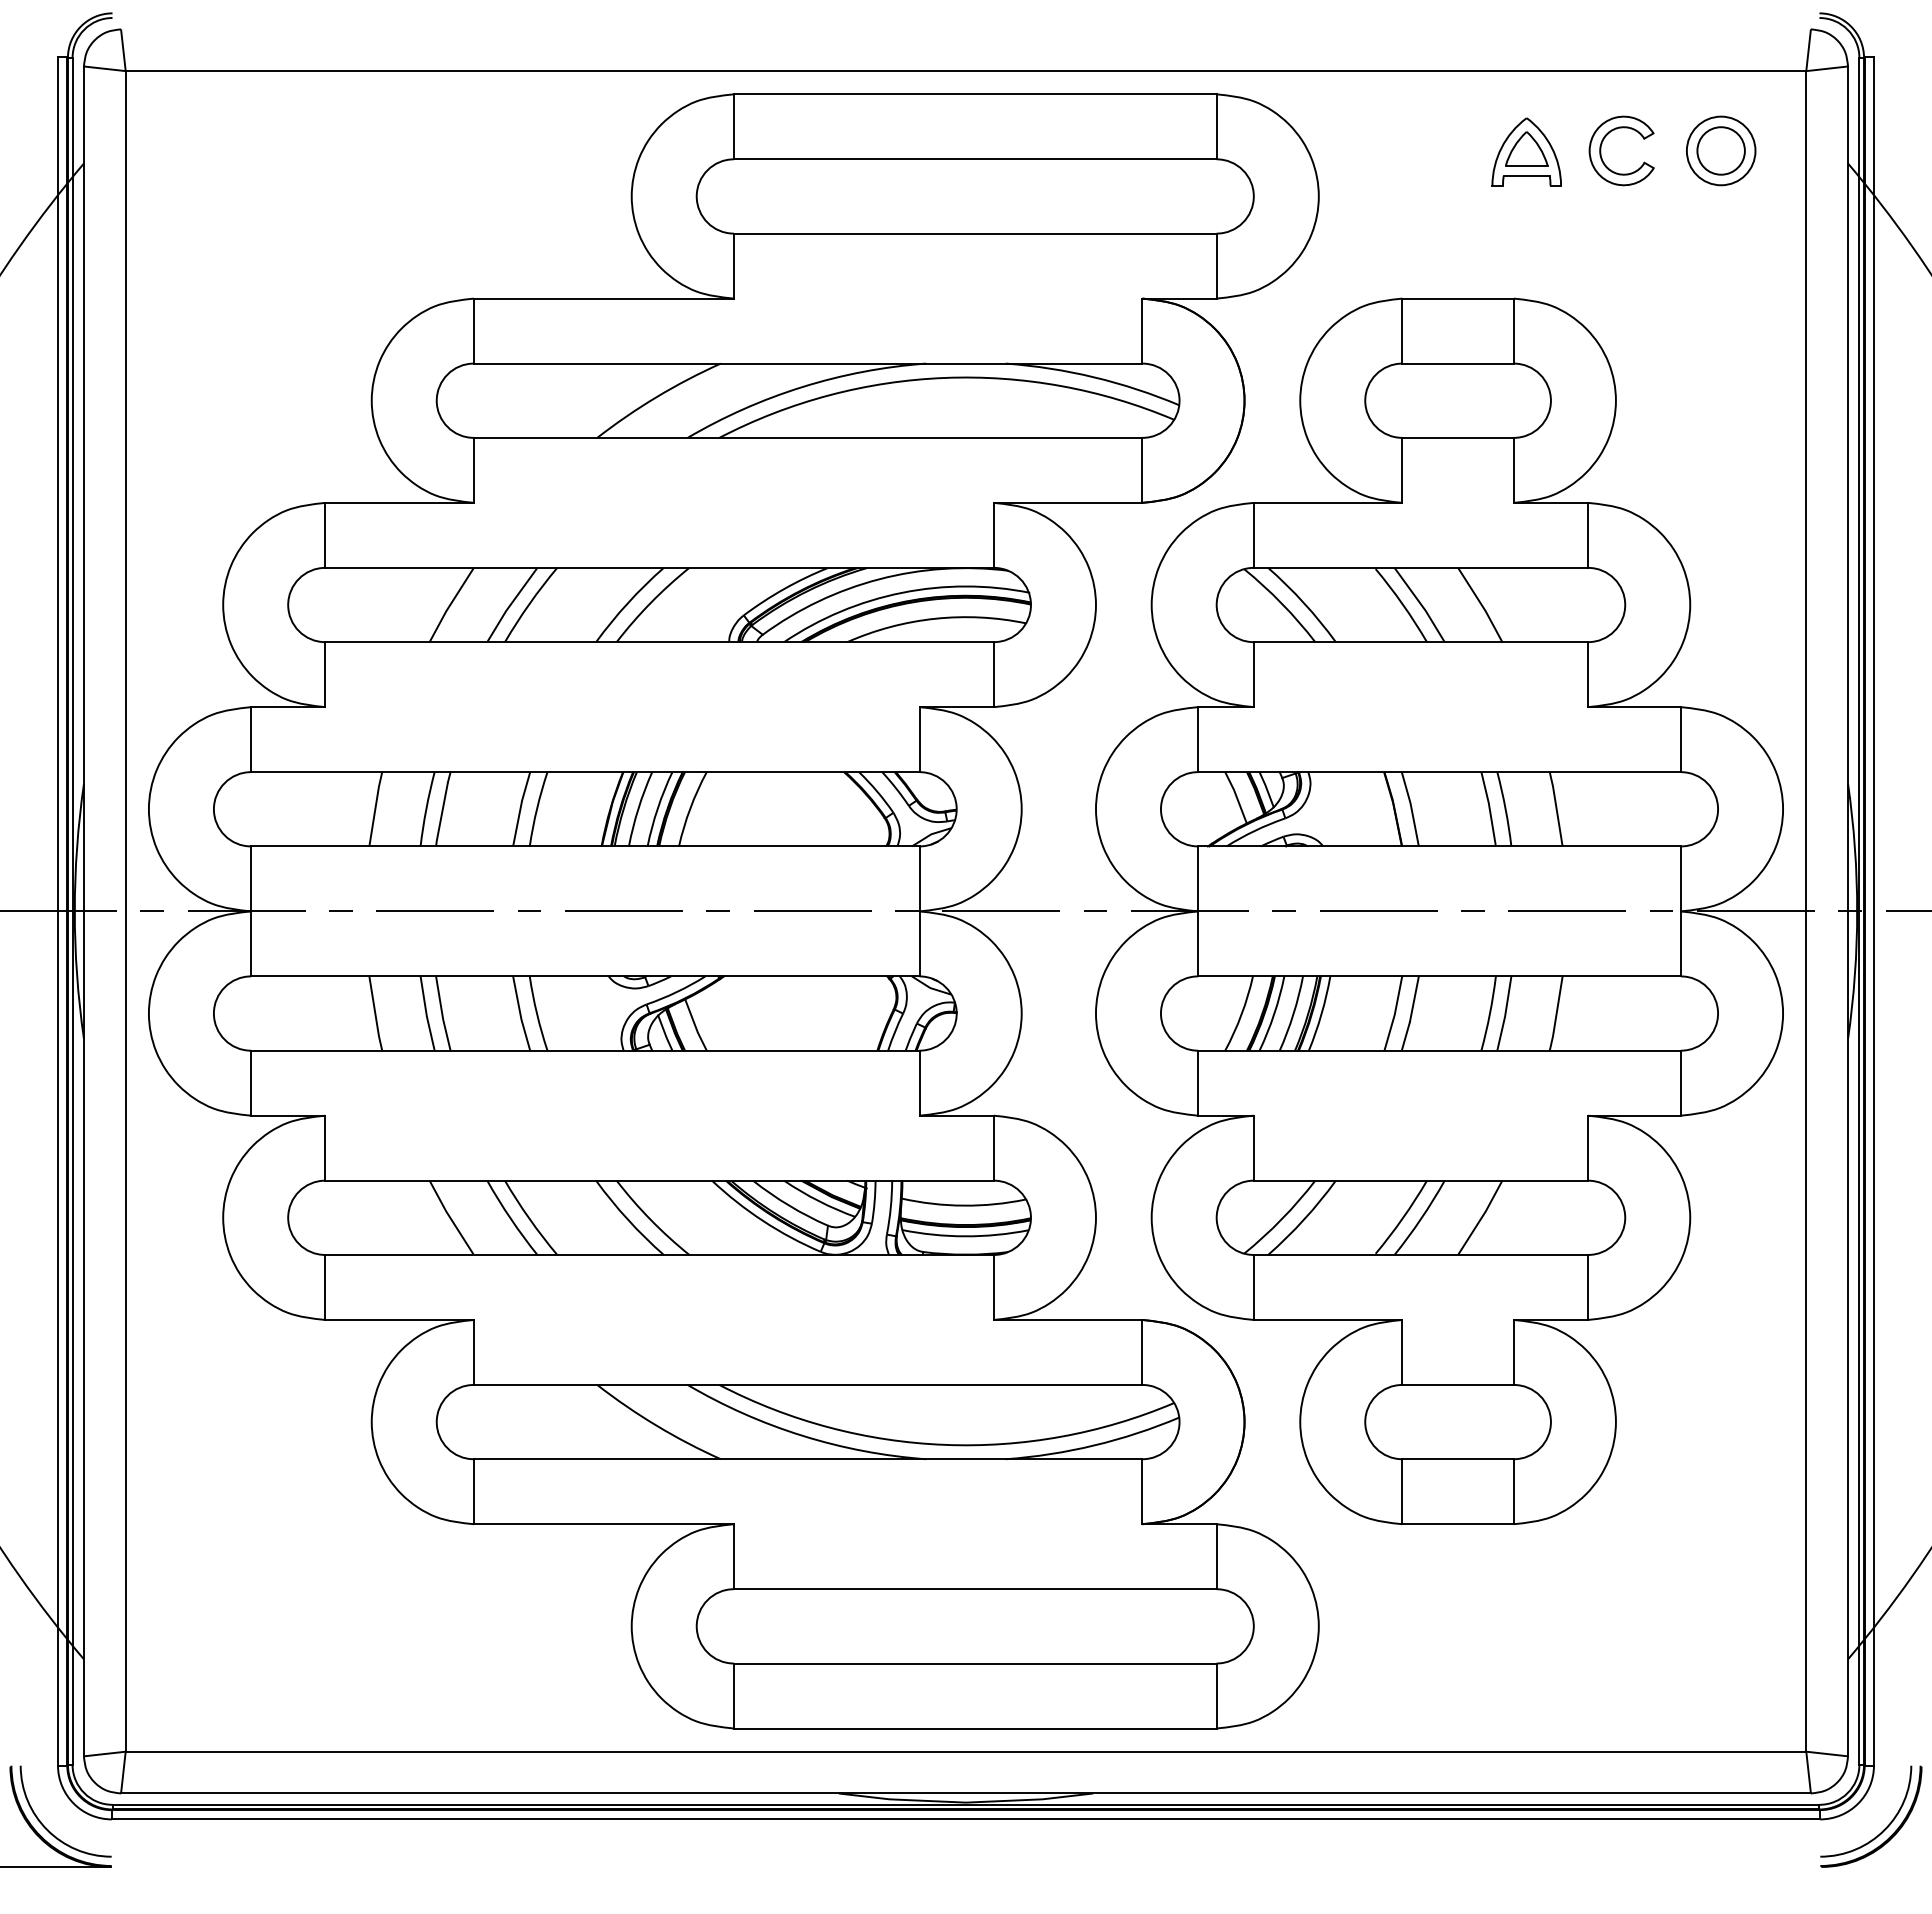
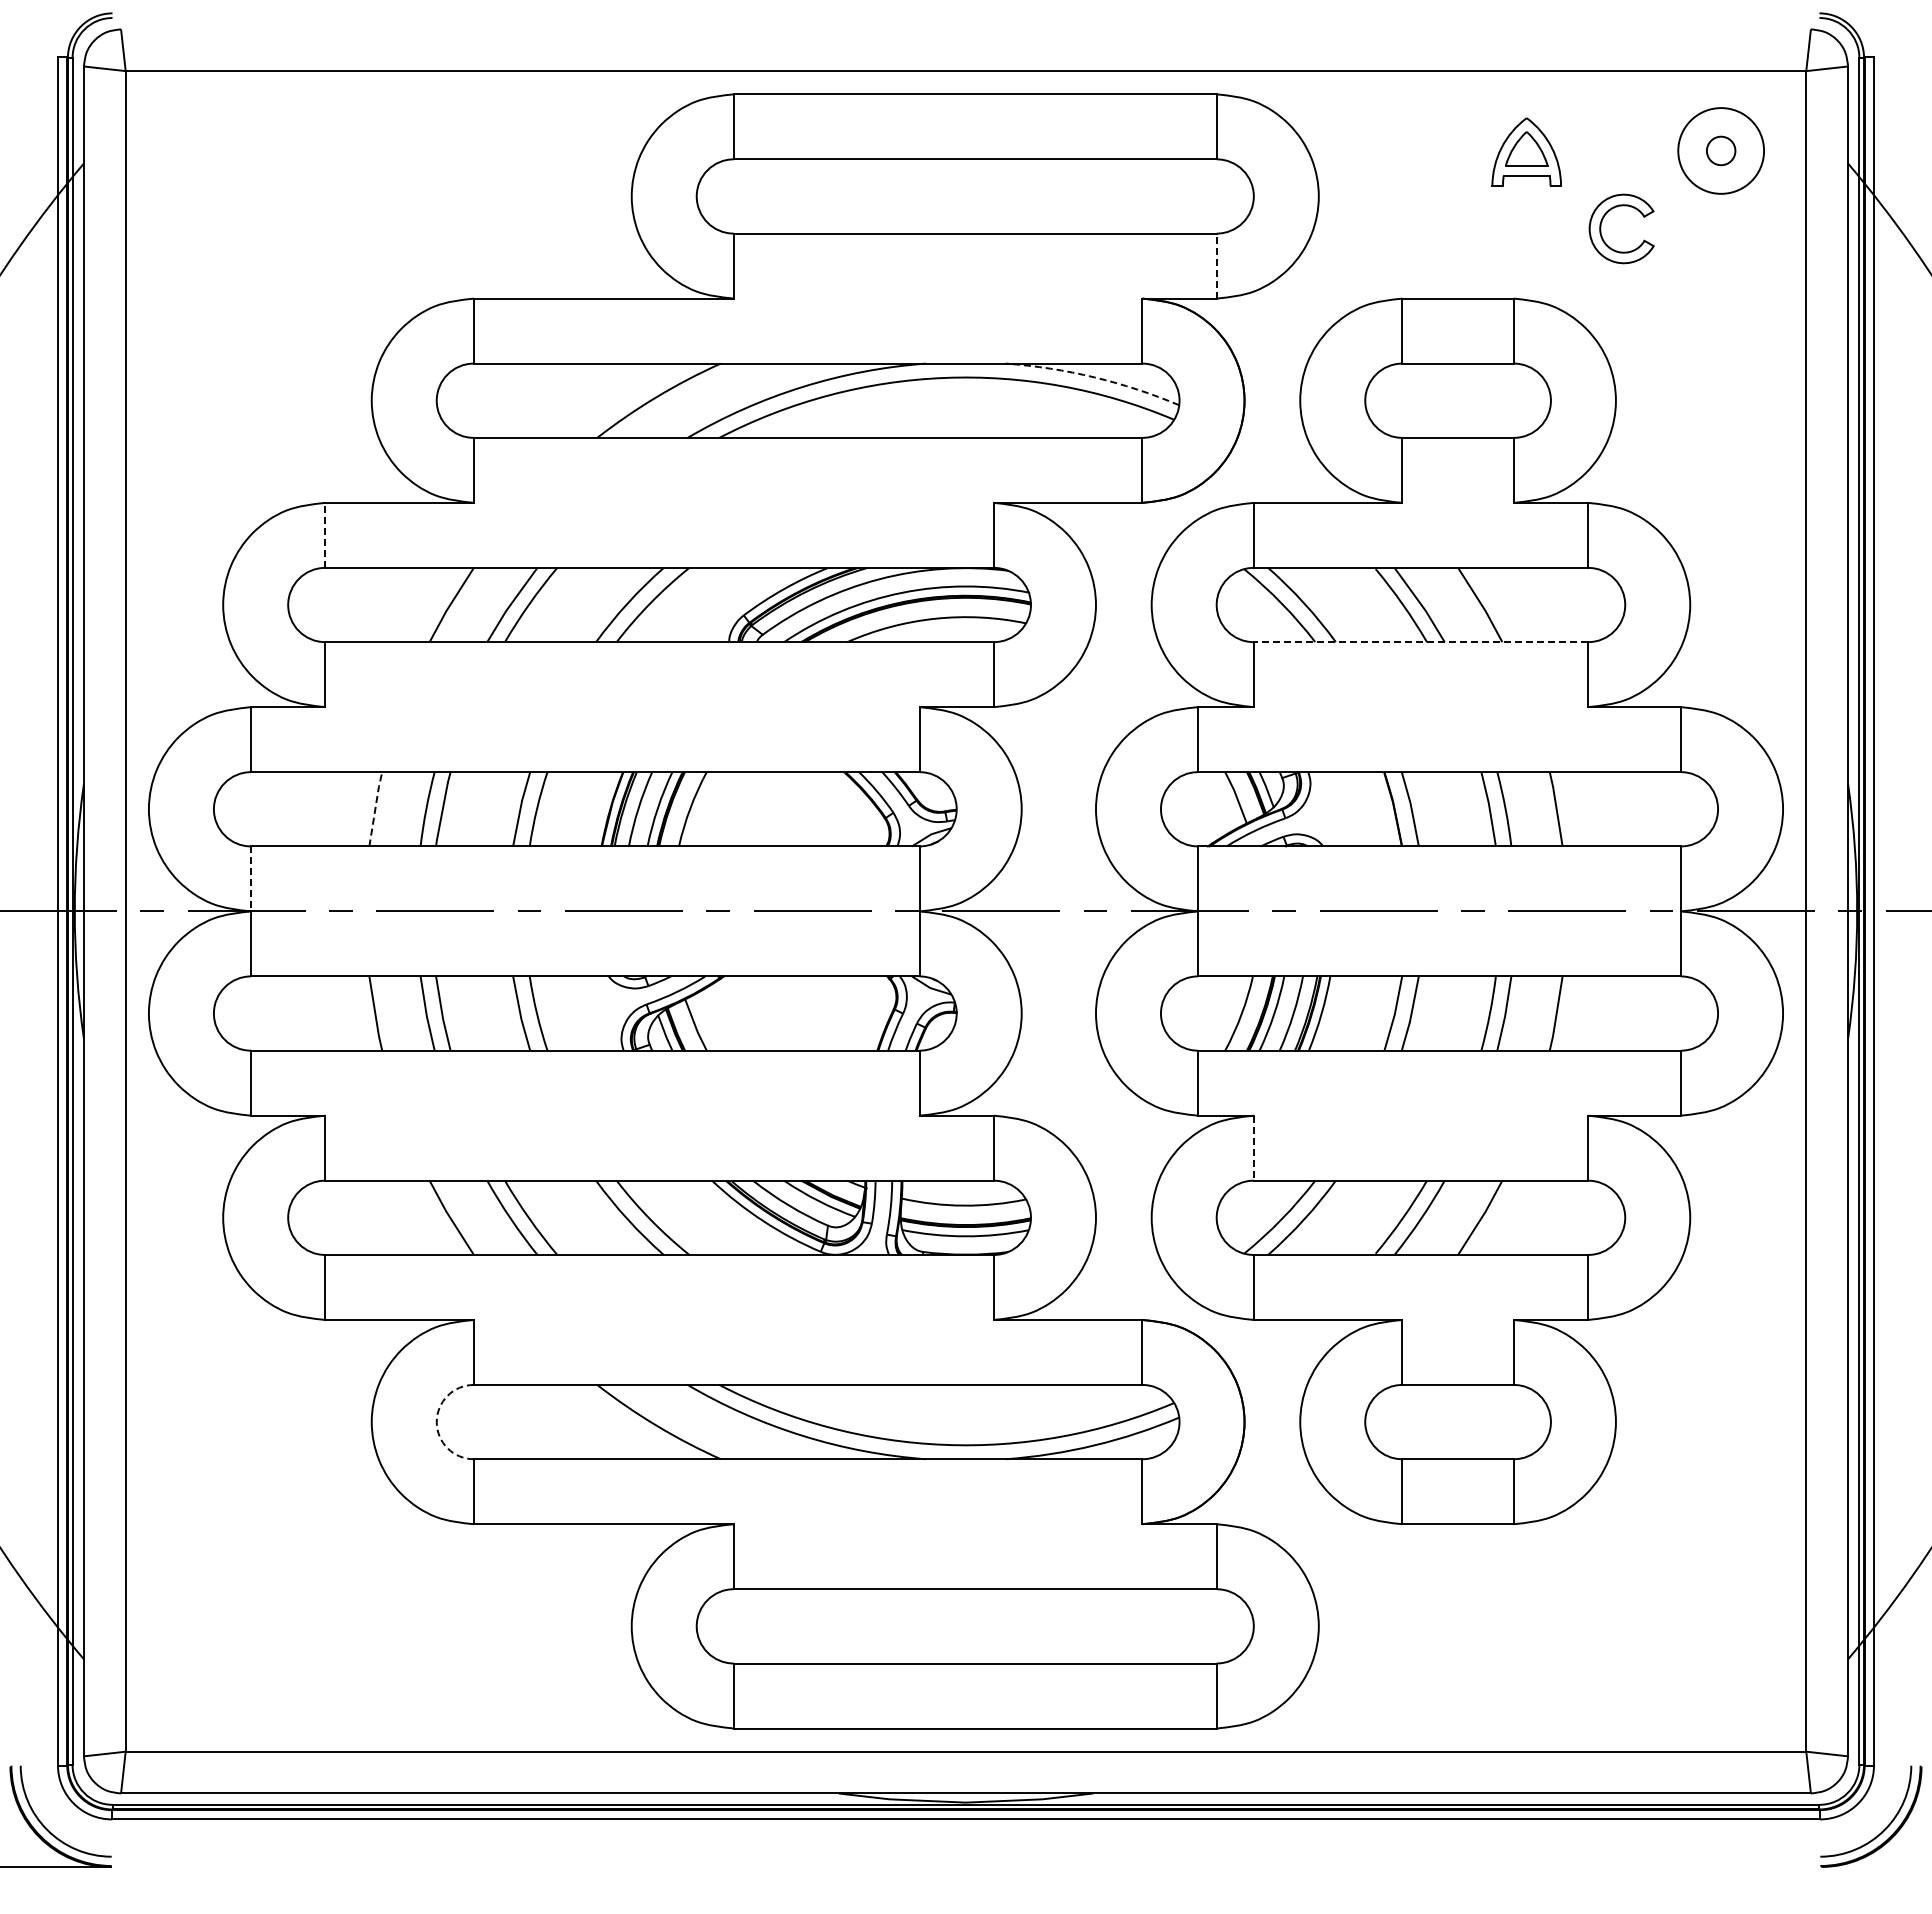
part at (1602, 144) position: (1602, 144) -> (1602, 222)
circle at (1720, 150) diameter: 48 px -> 29 px
circle at (1720, 150) diameter: 69 px -> 86 px
line at (1216, 265): solid -> dashed
arc at (1094, 377): solid -> dashed
line at (325, 534): solid -> dashed
line at (1420, 642): solid -> dashed
line at (375, 808): solid -> dashed
line at (251, 879): solid -> dashed
line at (1253, 1148): solid -> dashed
arc at (436, 1422): solid -> dashed
